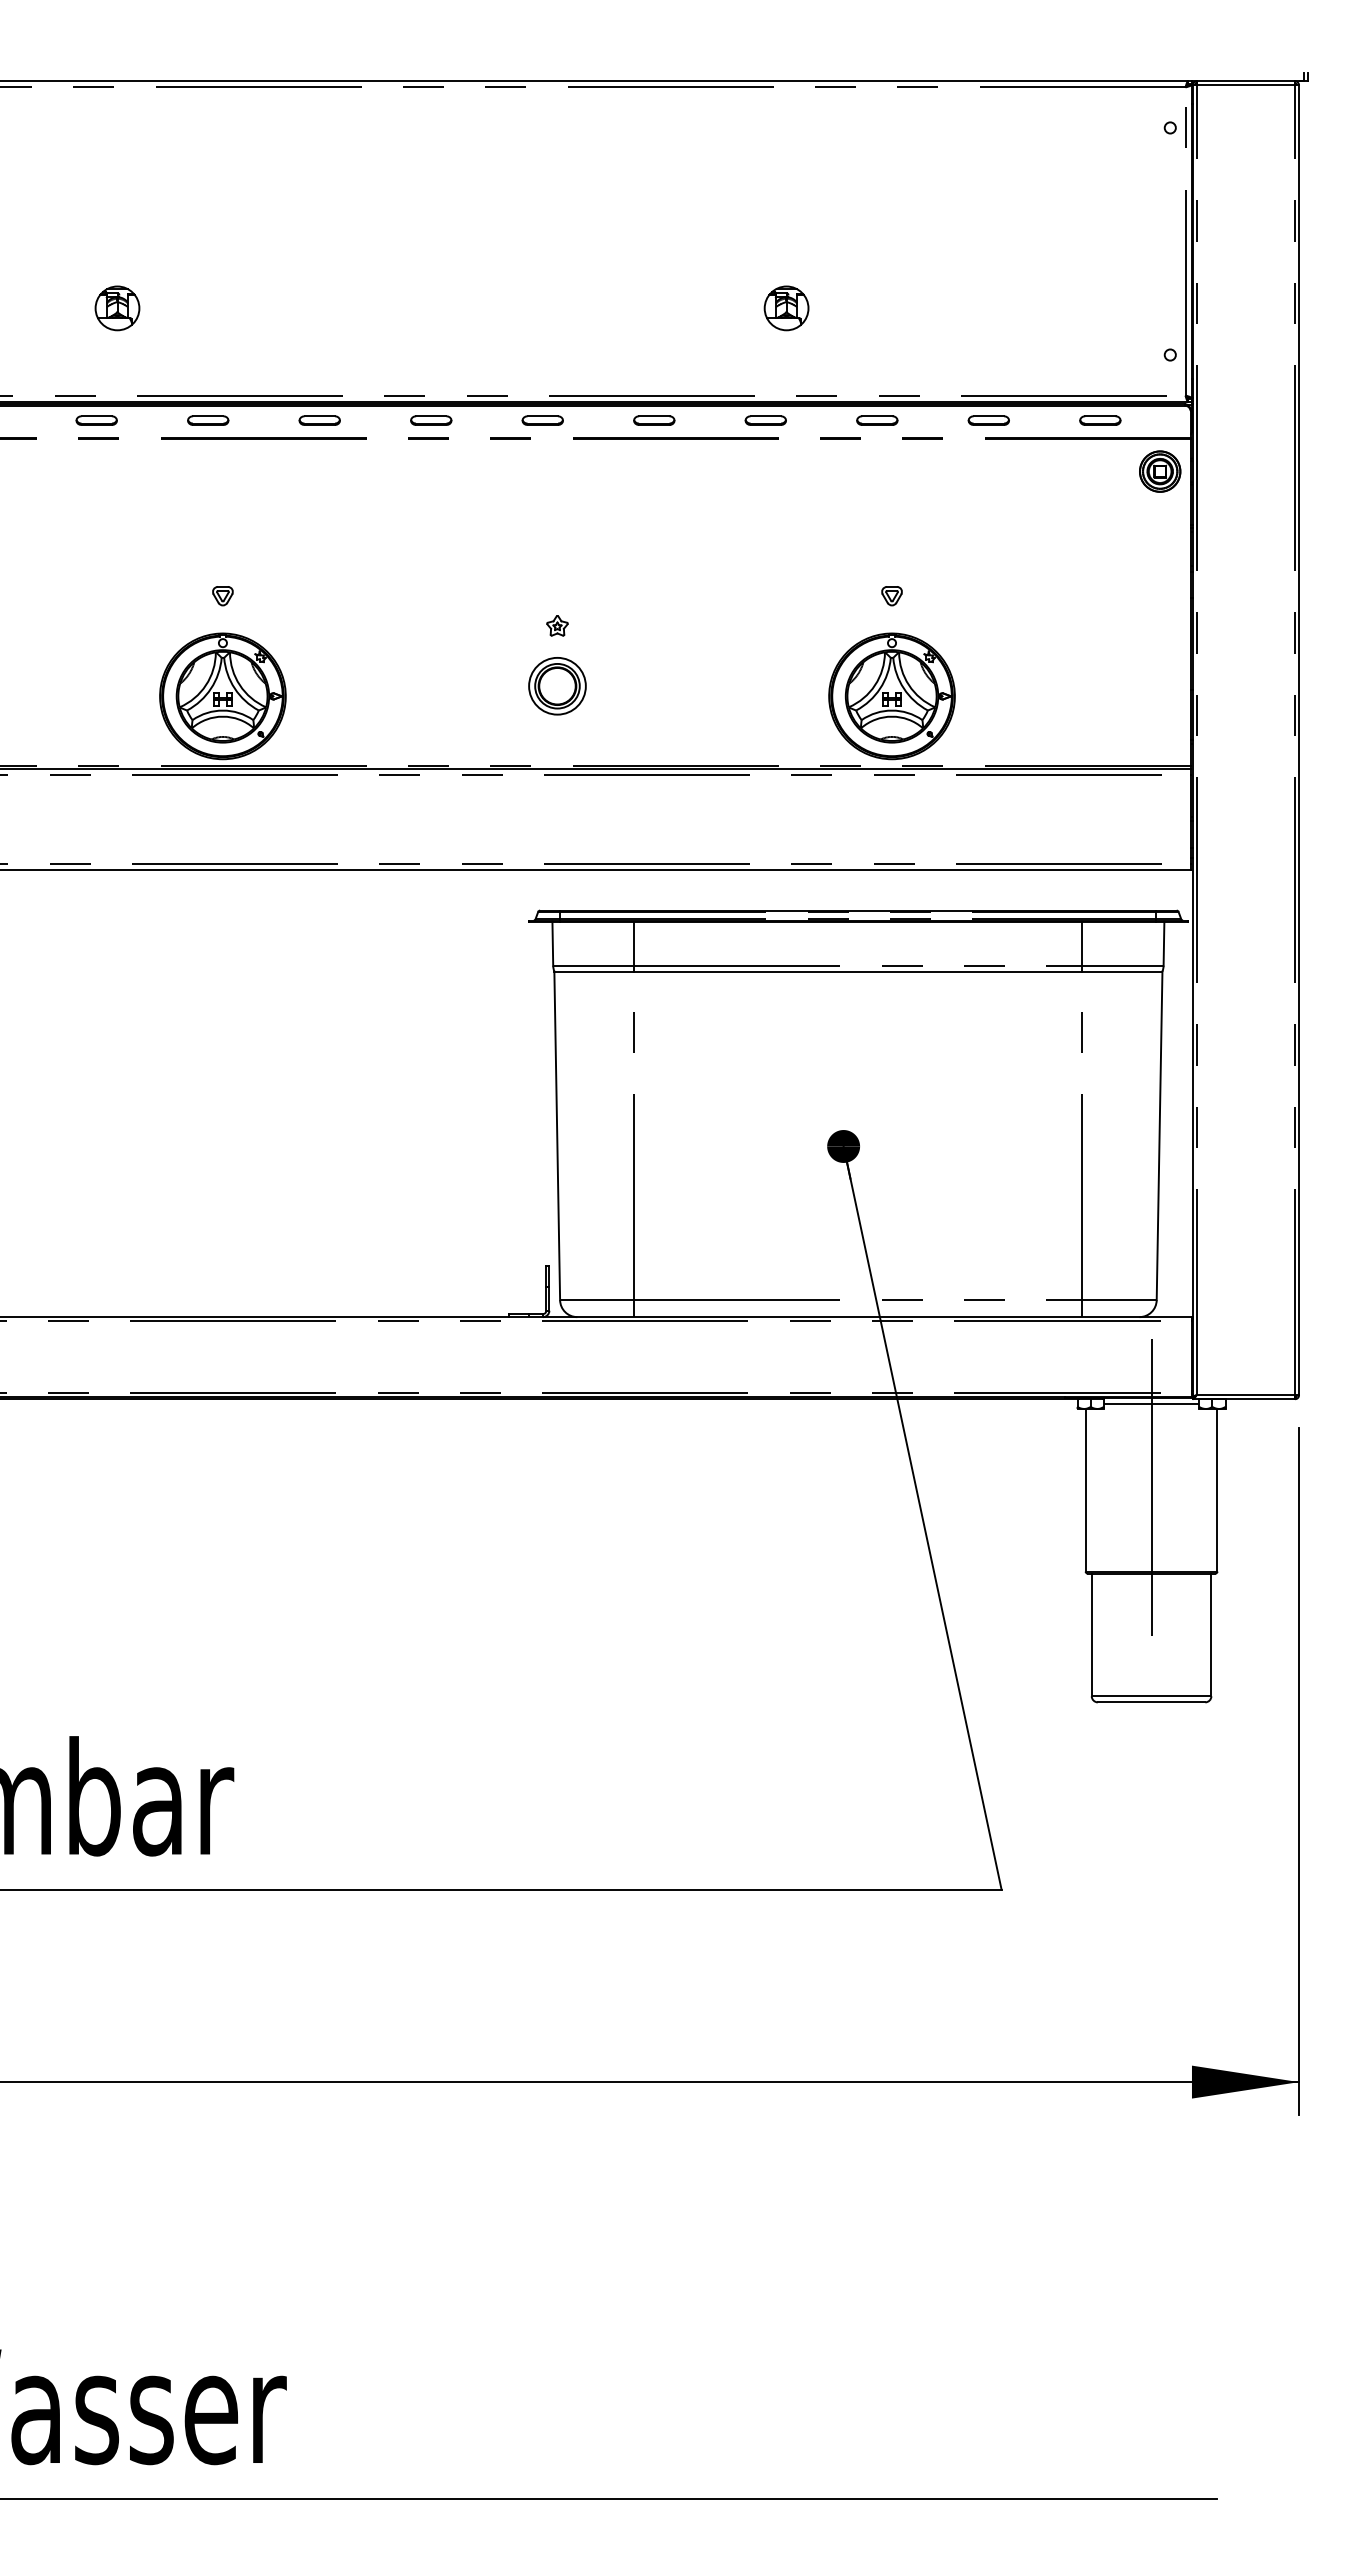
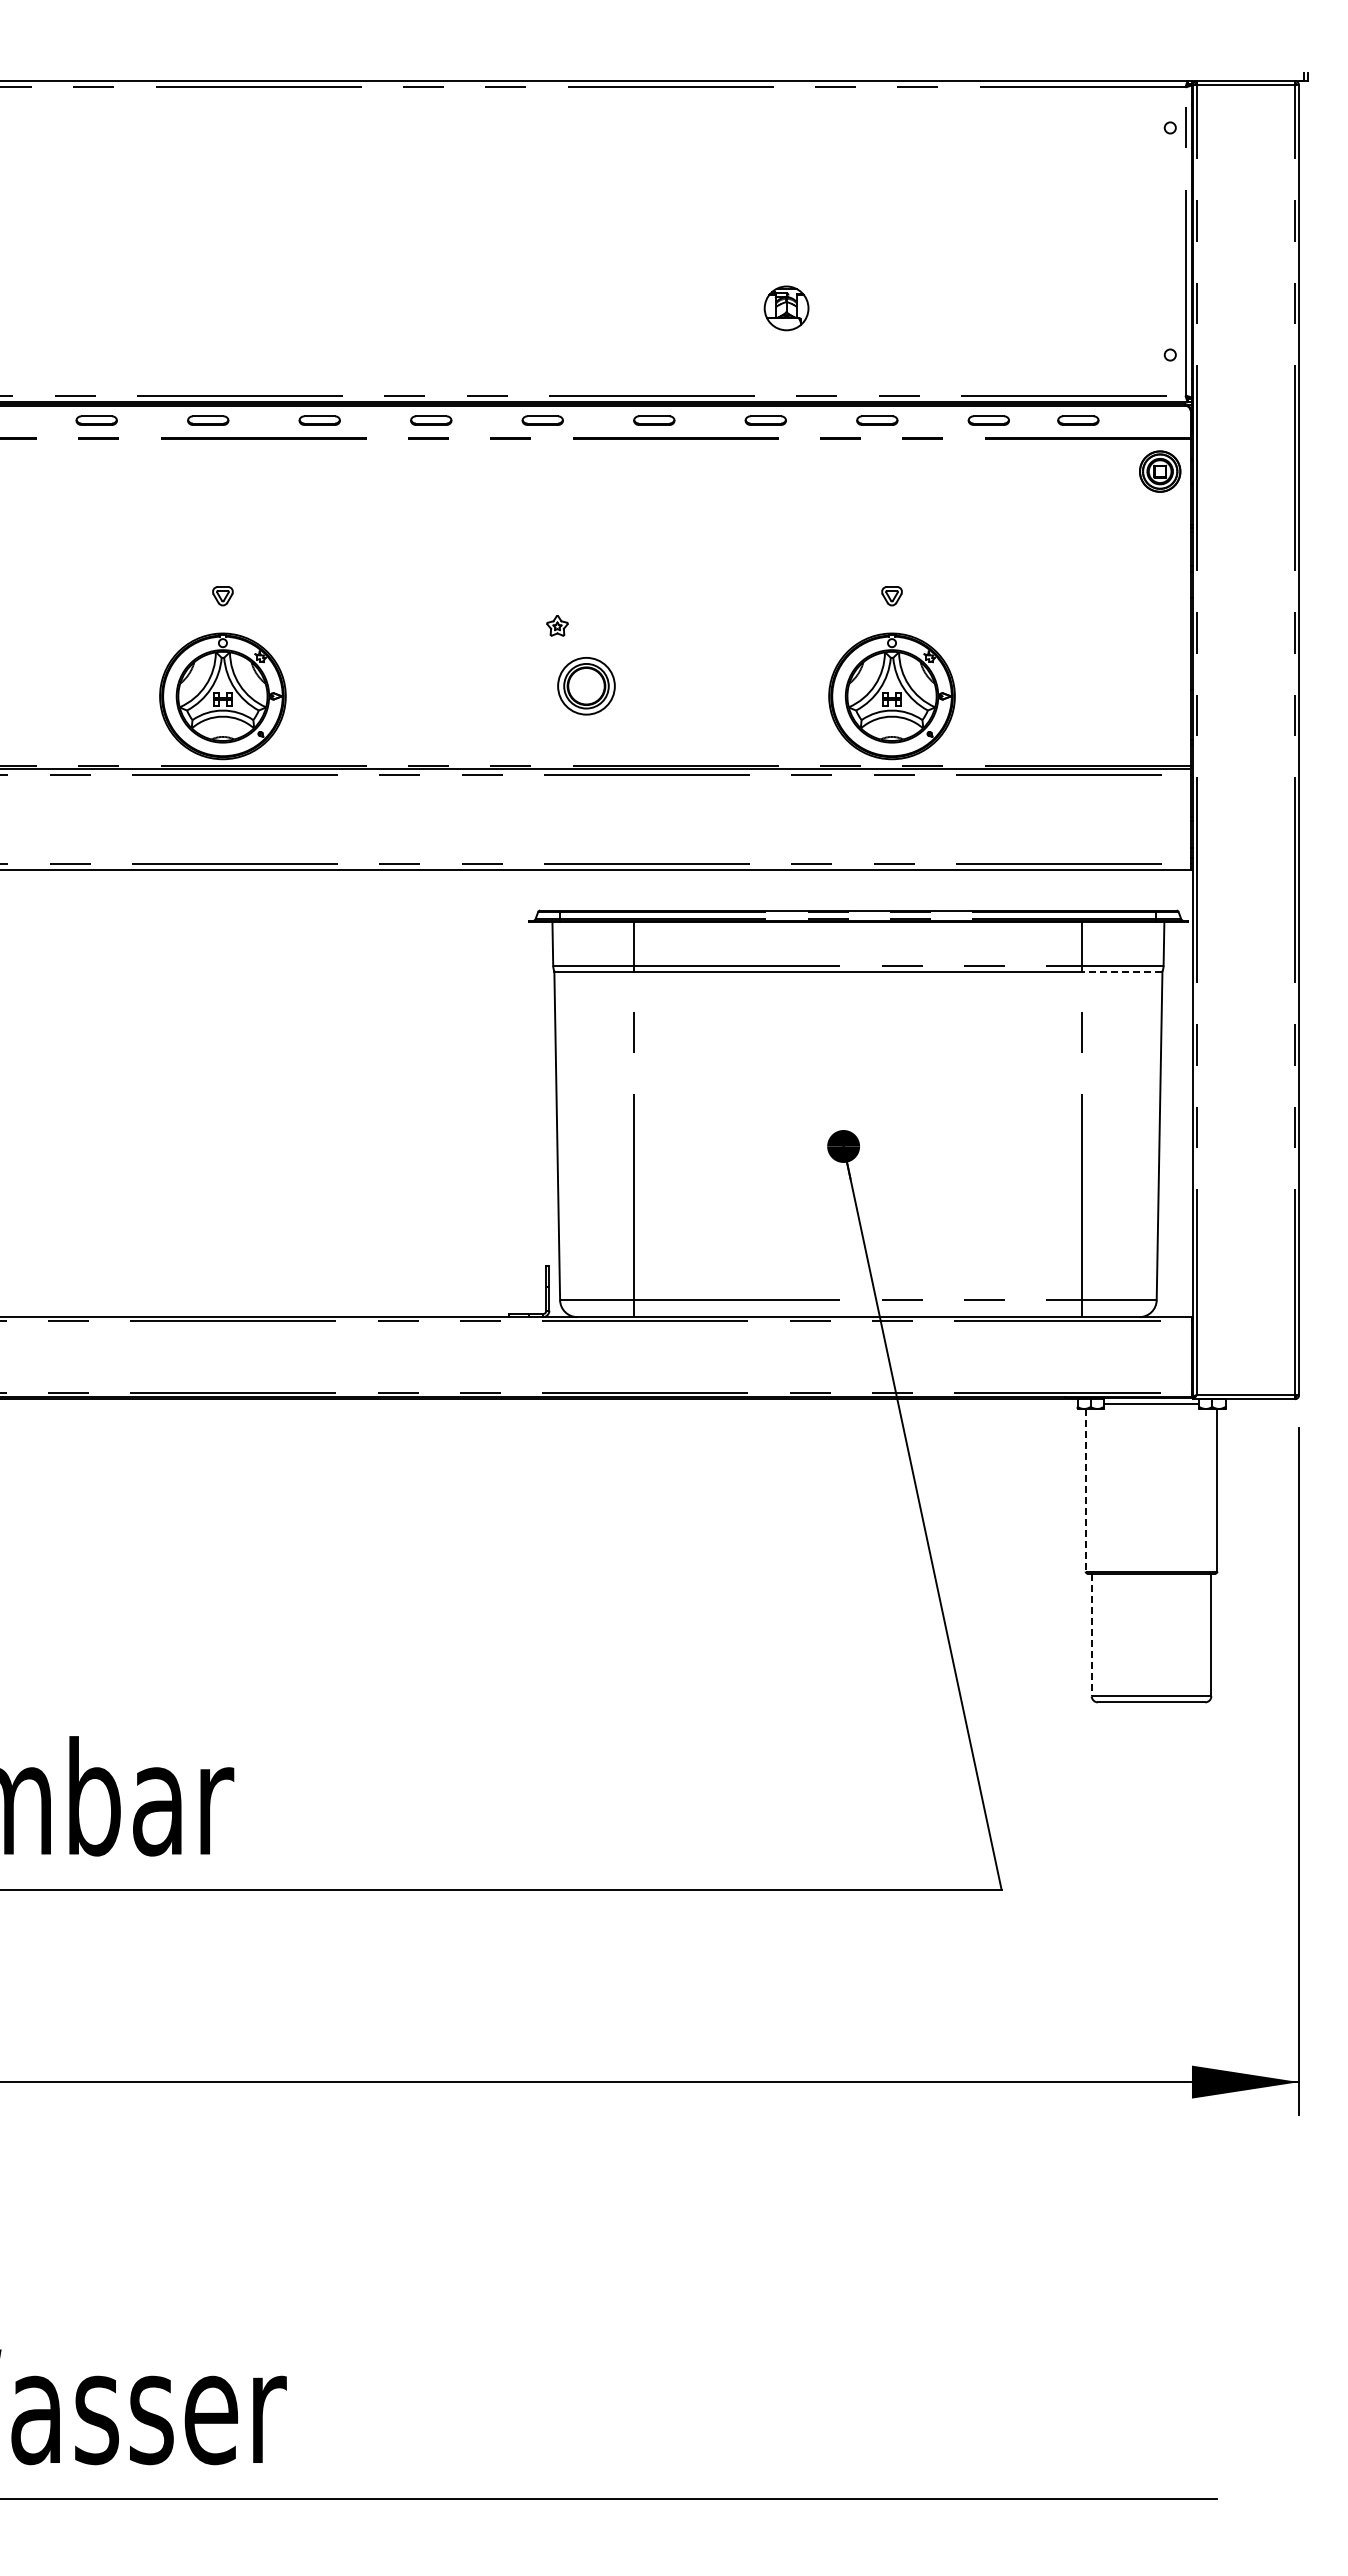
part at (117, 308): present -> none
part at (1100, 420) position: (1100, 420) -> (1078, 420)
part at (557, 686) position: (557, 686) -> (586, 686)
line at (1122, 971): solid -> dashed
line at (1151, 1487): present -> none
line at (1085, 1490): solid -> dashed
line at (1091, 1635): solid -> dashed
